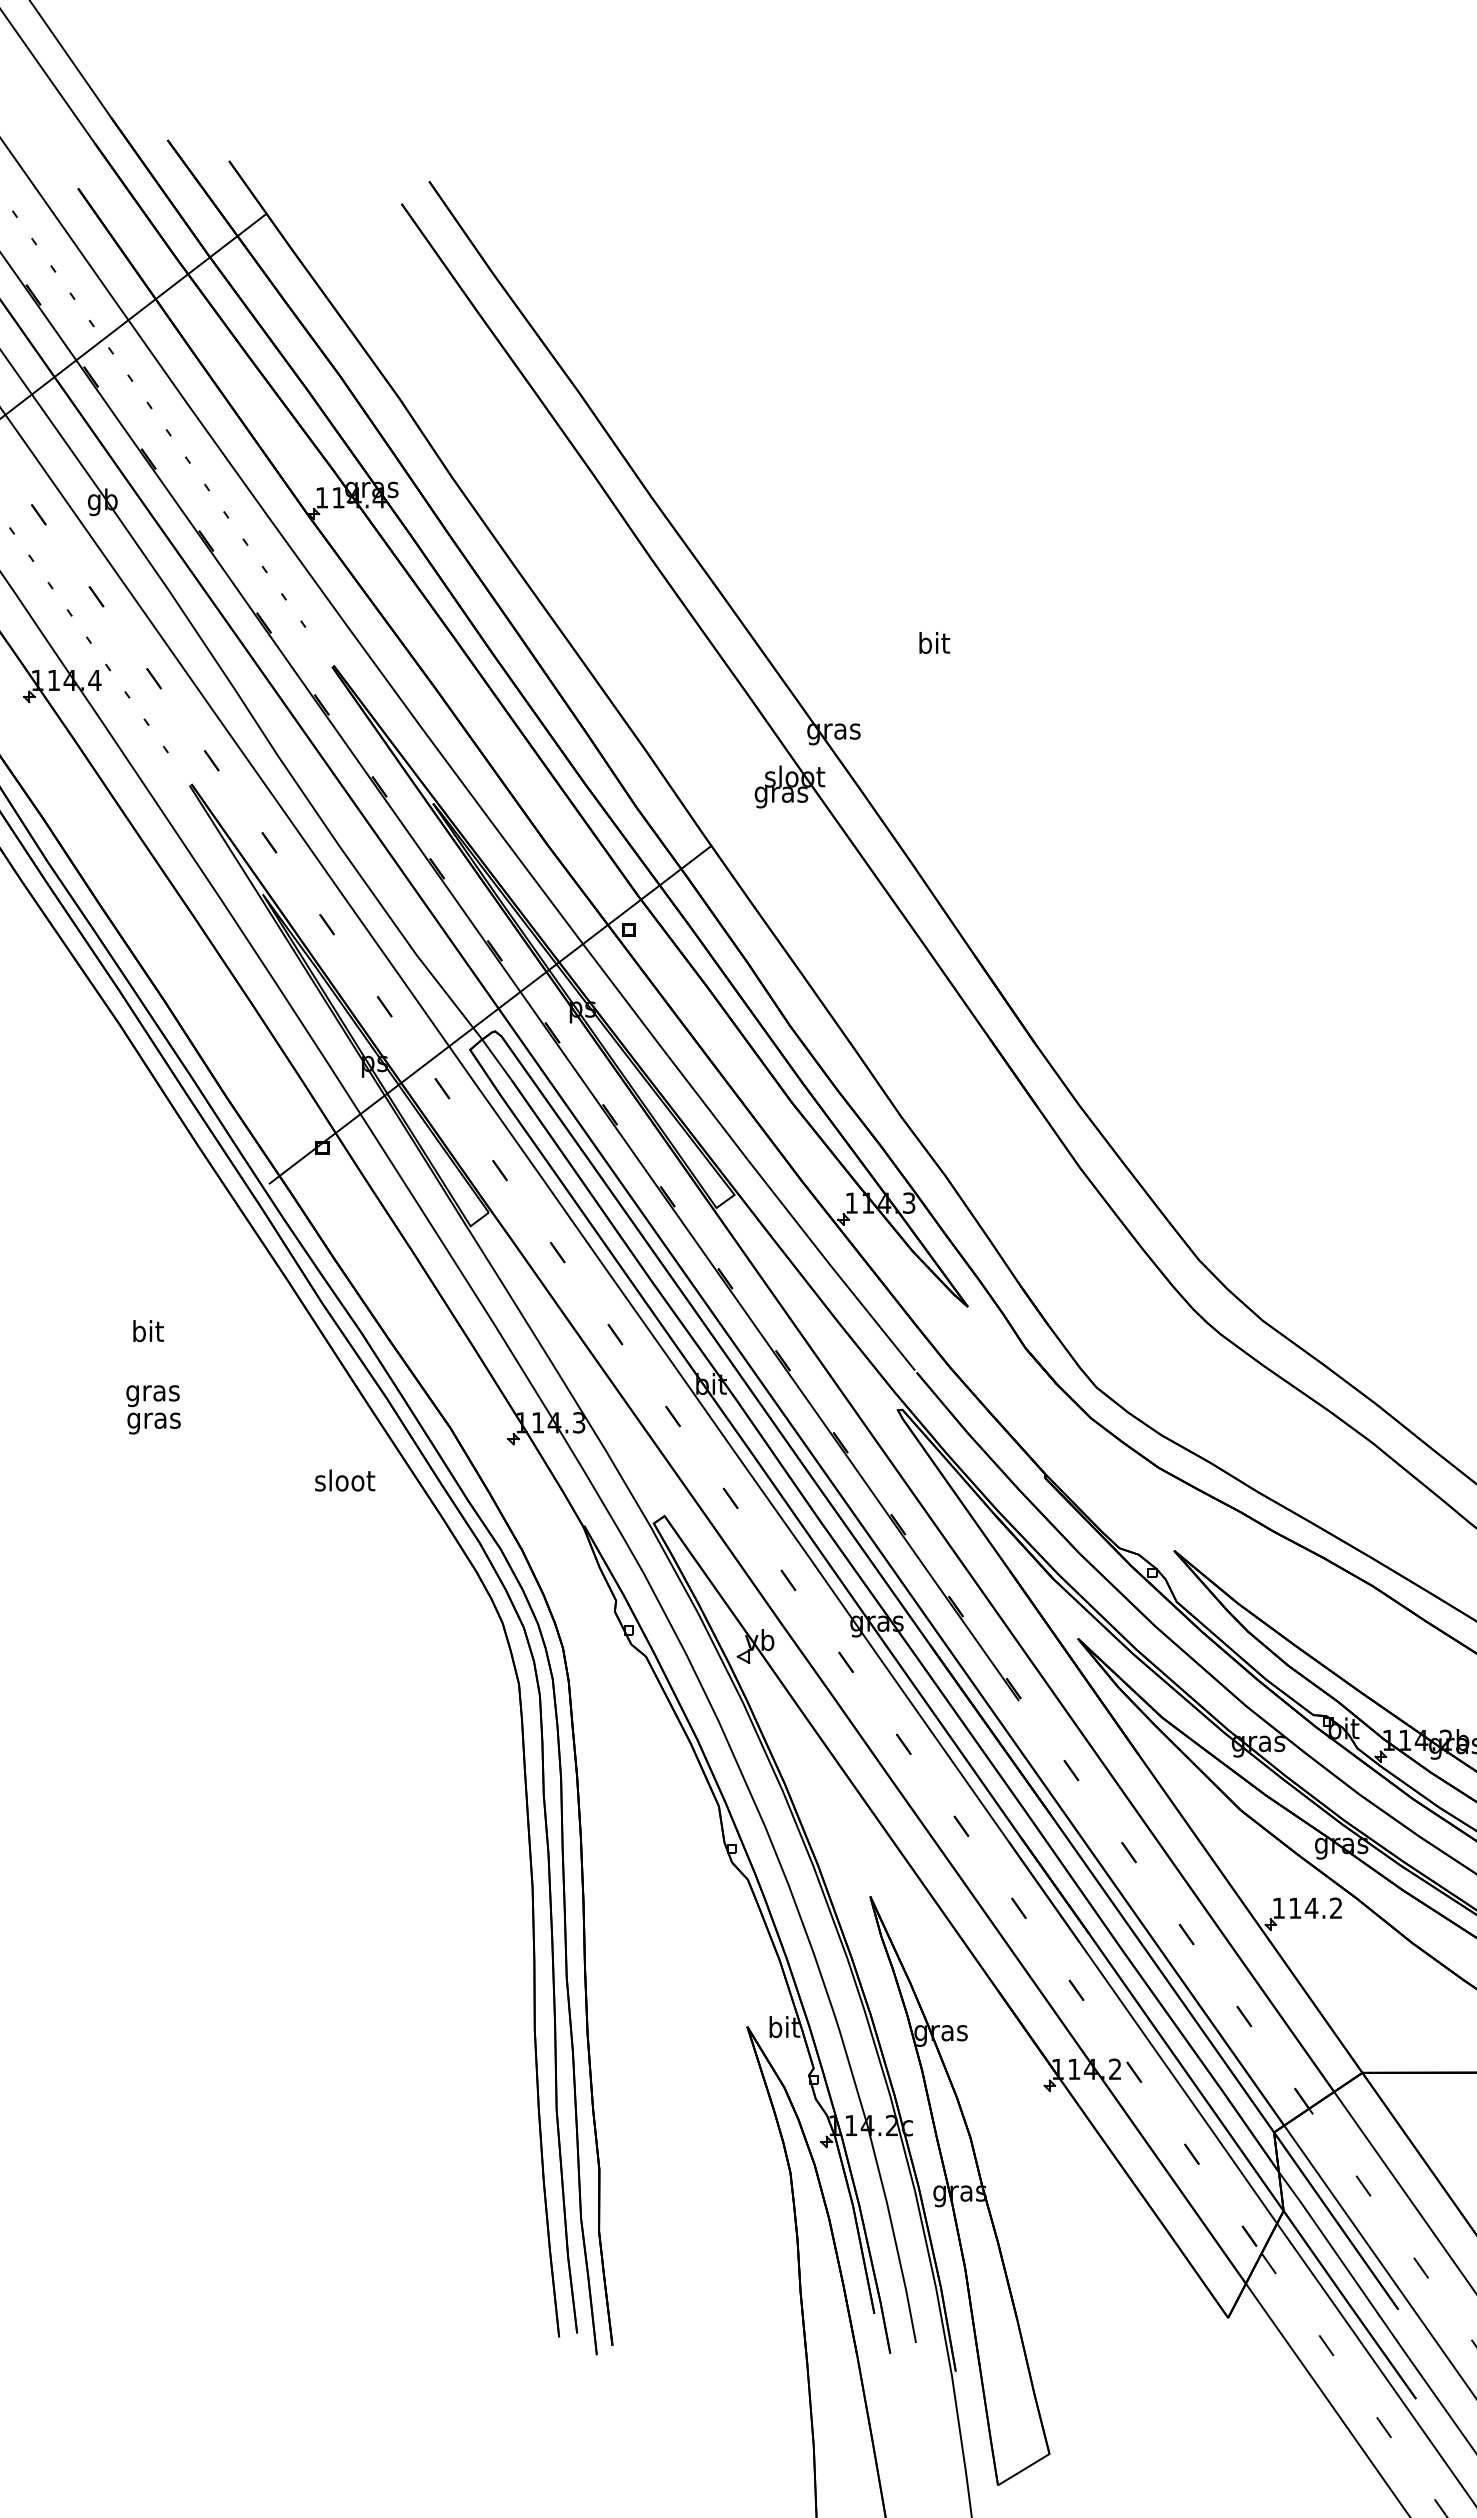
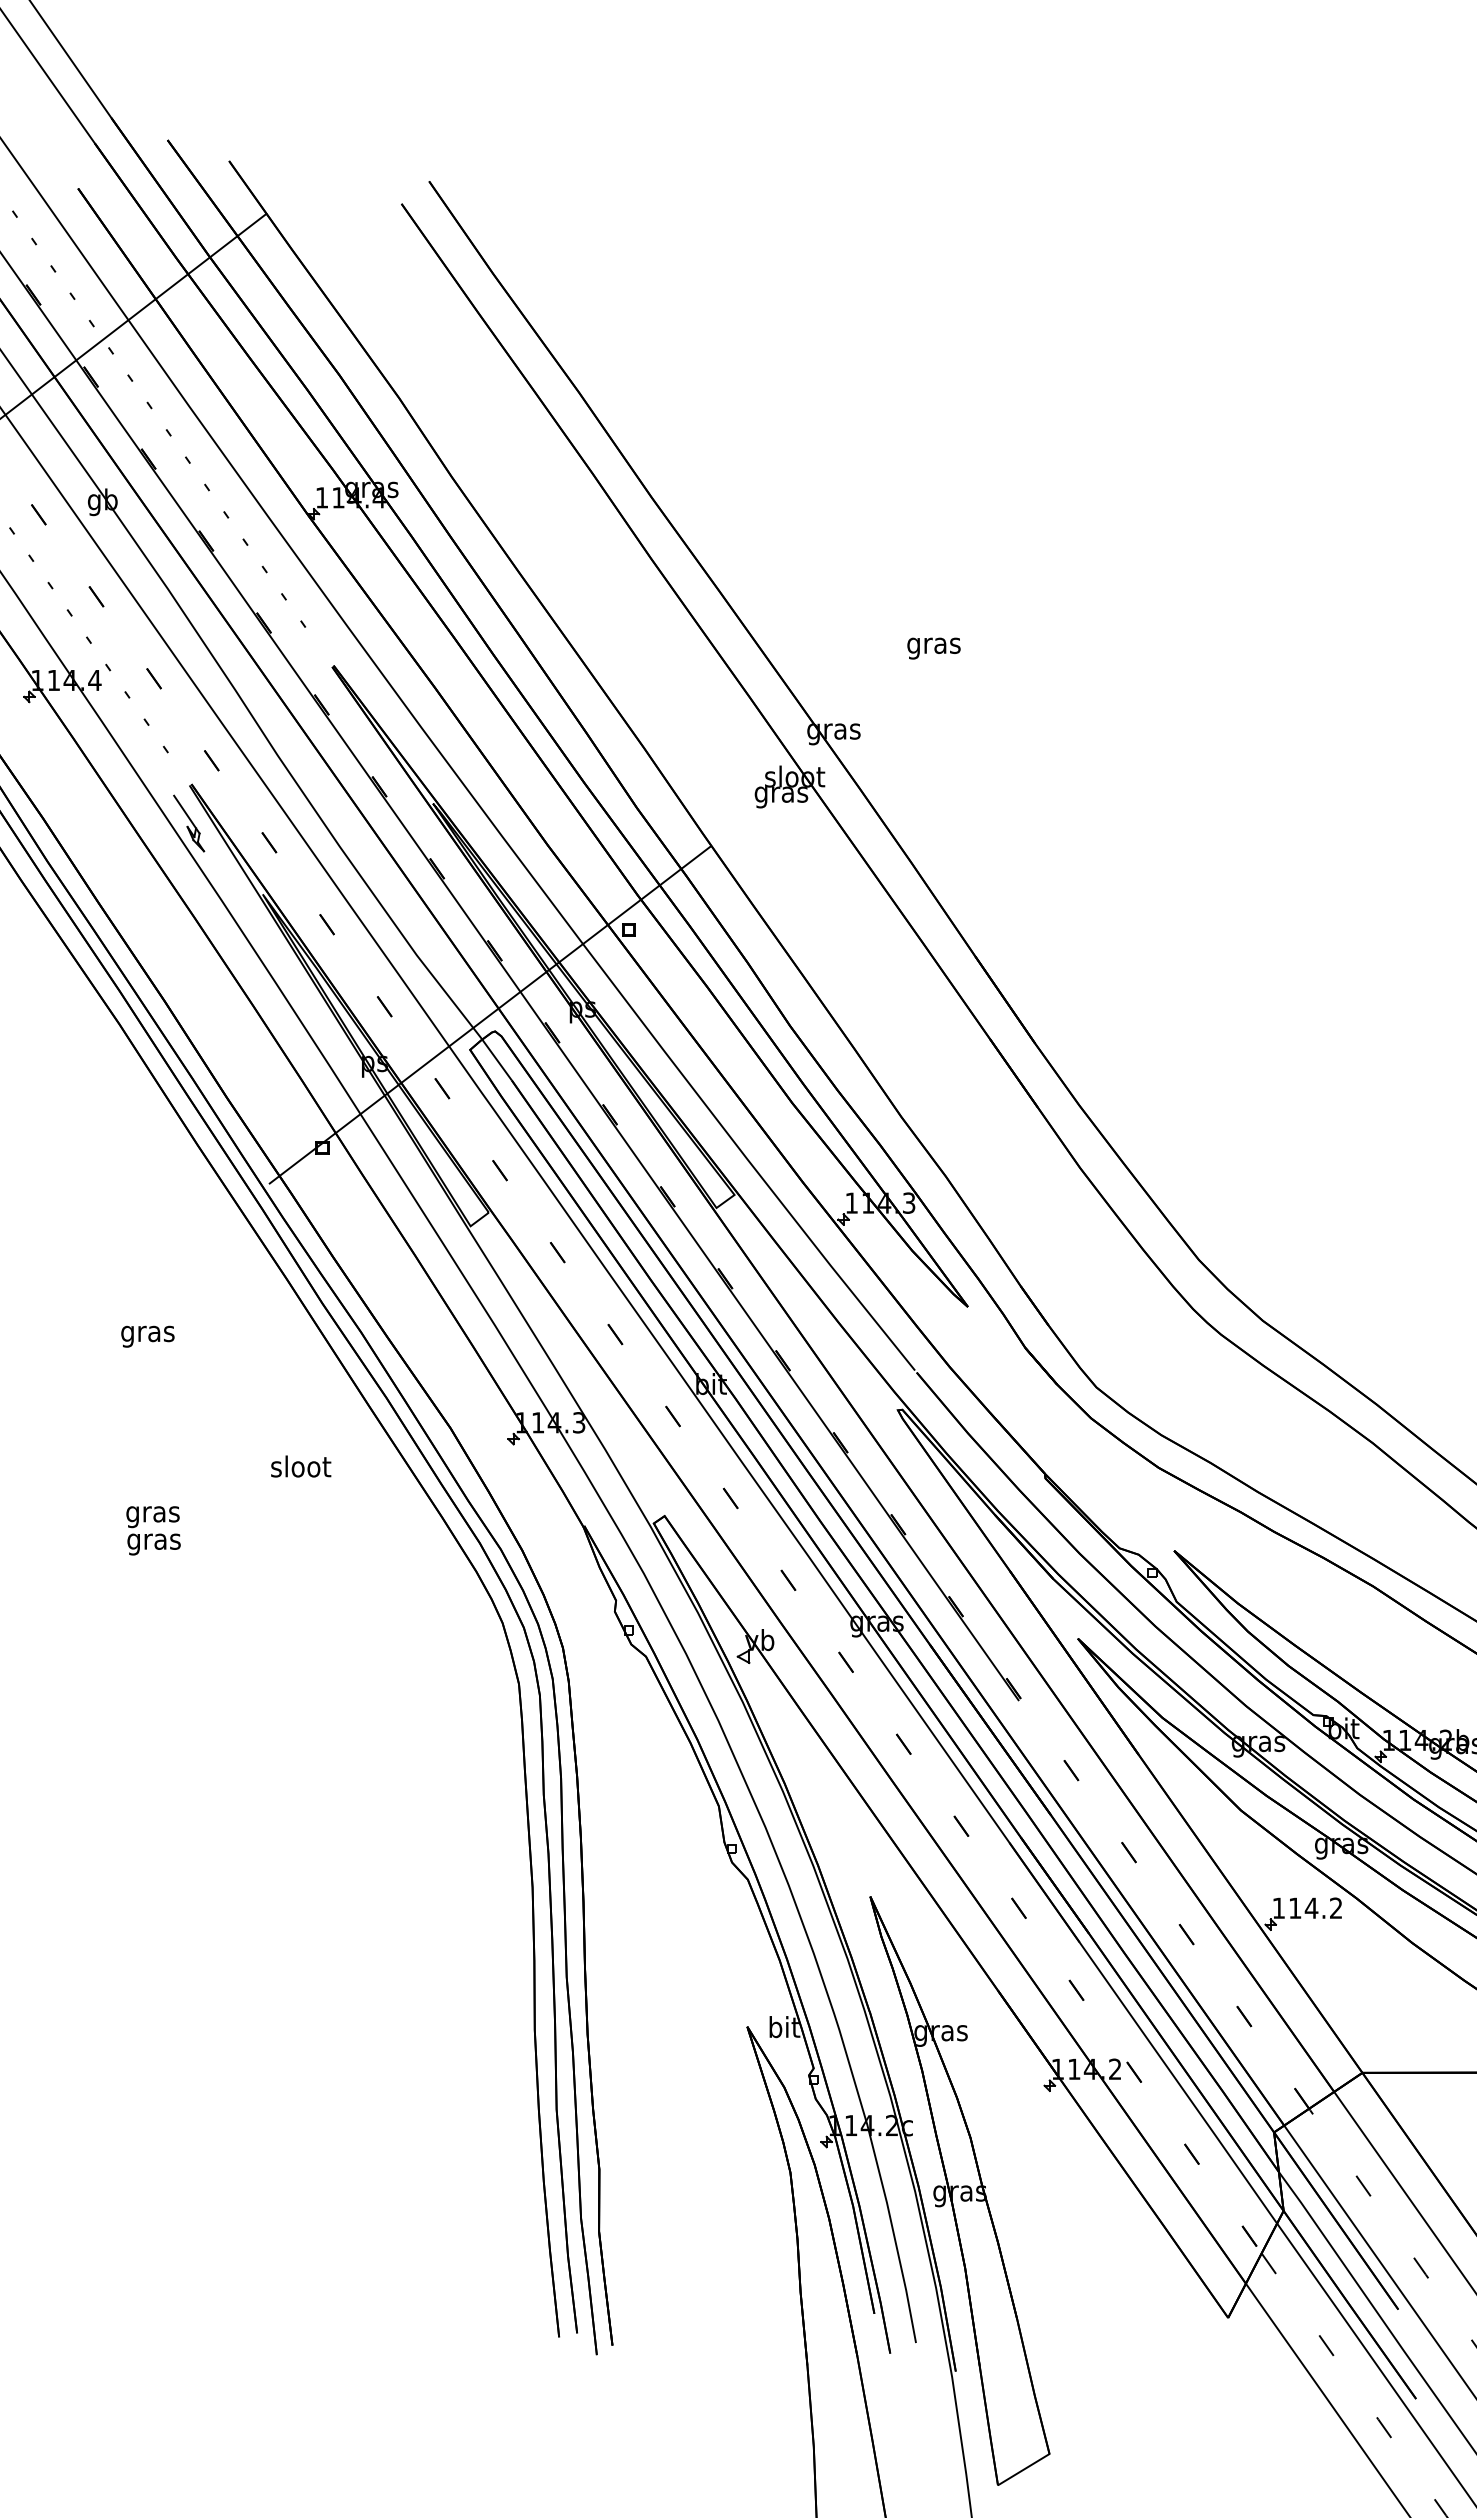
text at (933, 645): bit -> gras
part at (189, 823): none -> present
text at (147, 1333): bit -> gras
text at (153, 1409) position: (153, 1409) -> (153, 1530)
text at (345, 1480) position: (345, 1480) -> (301, 1466)
